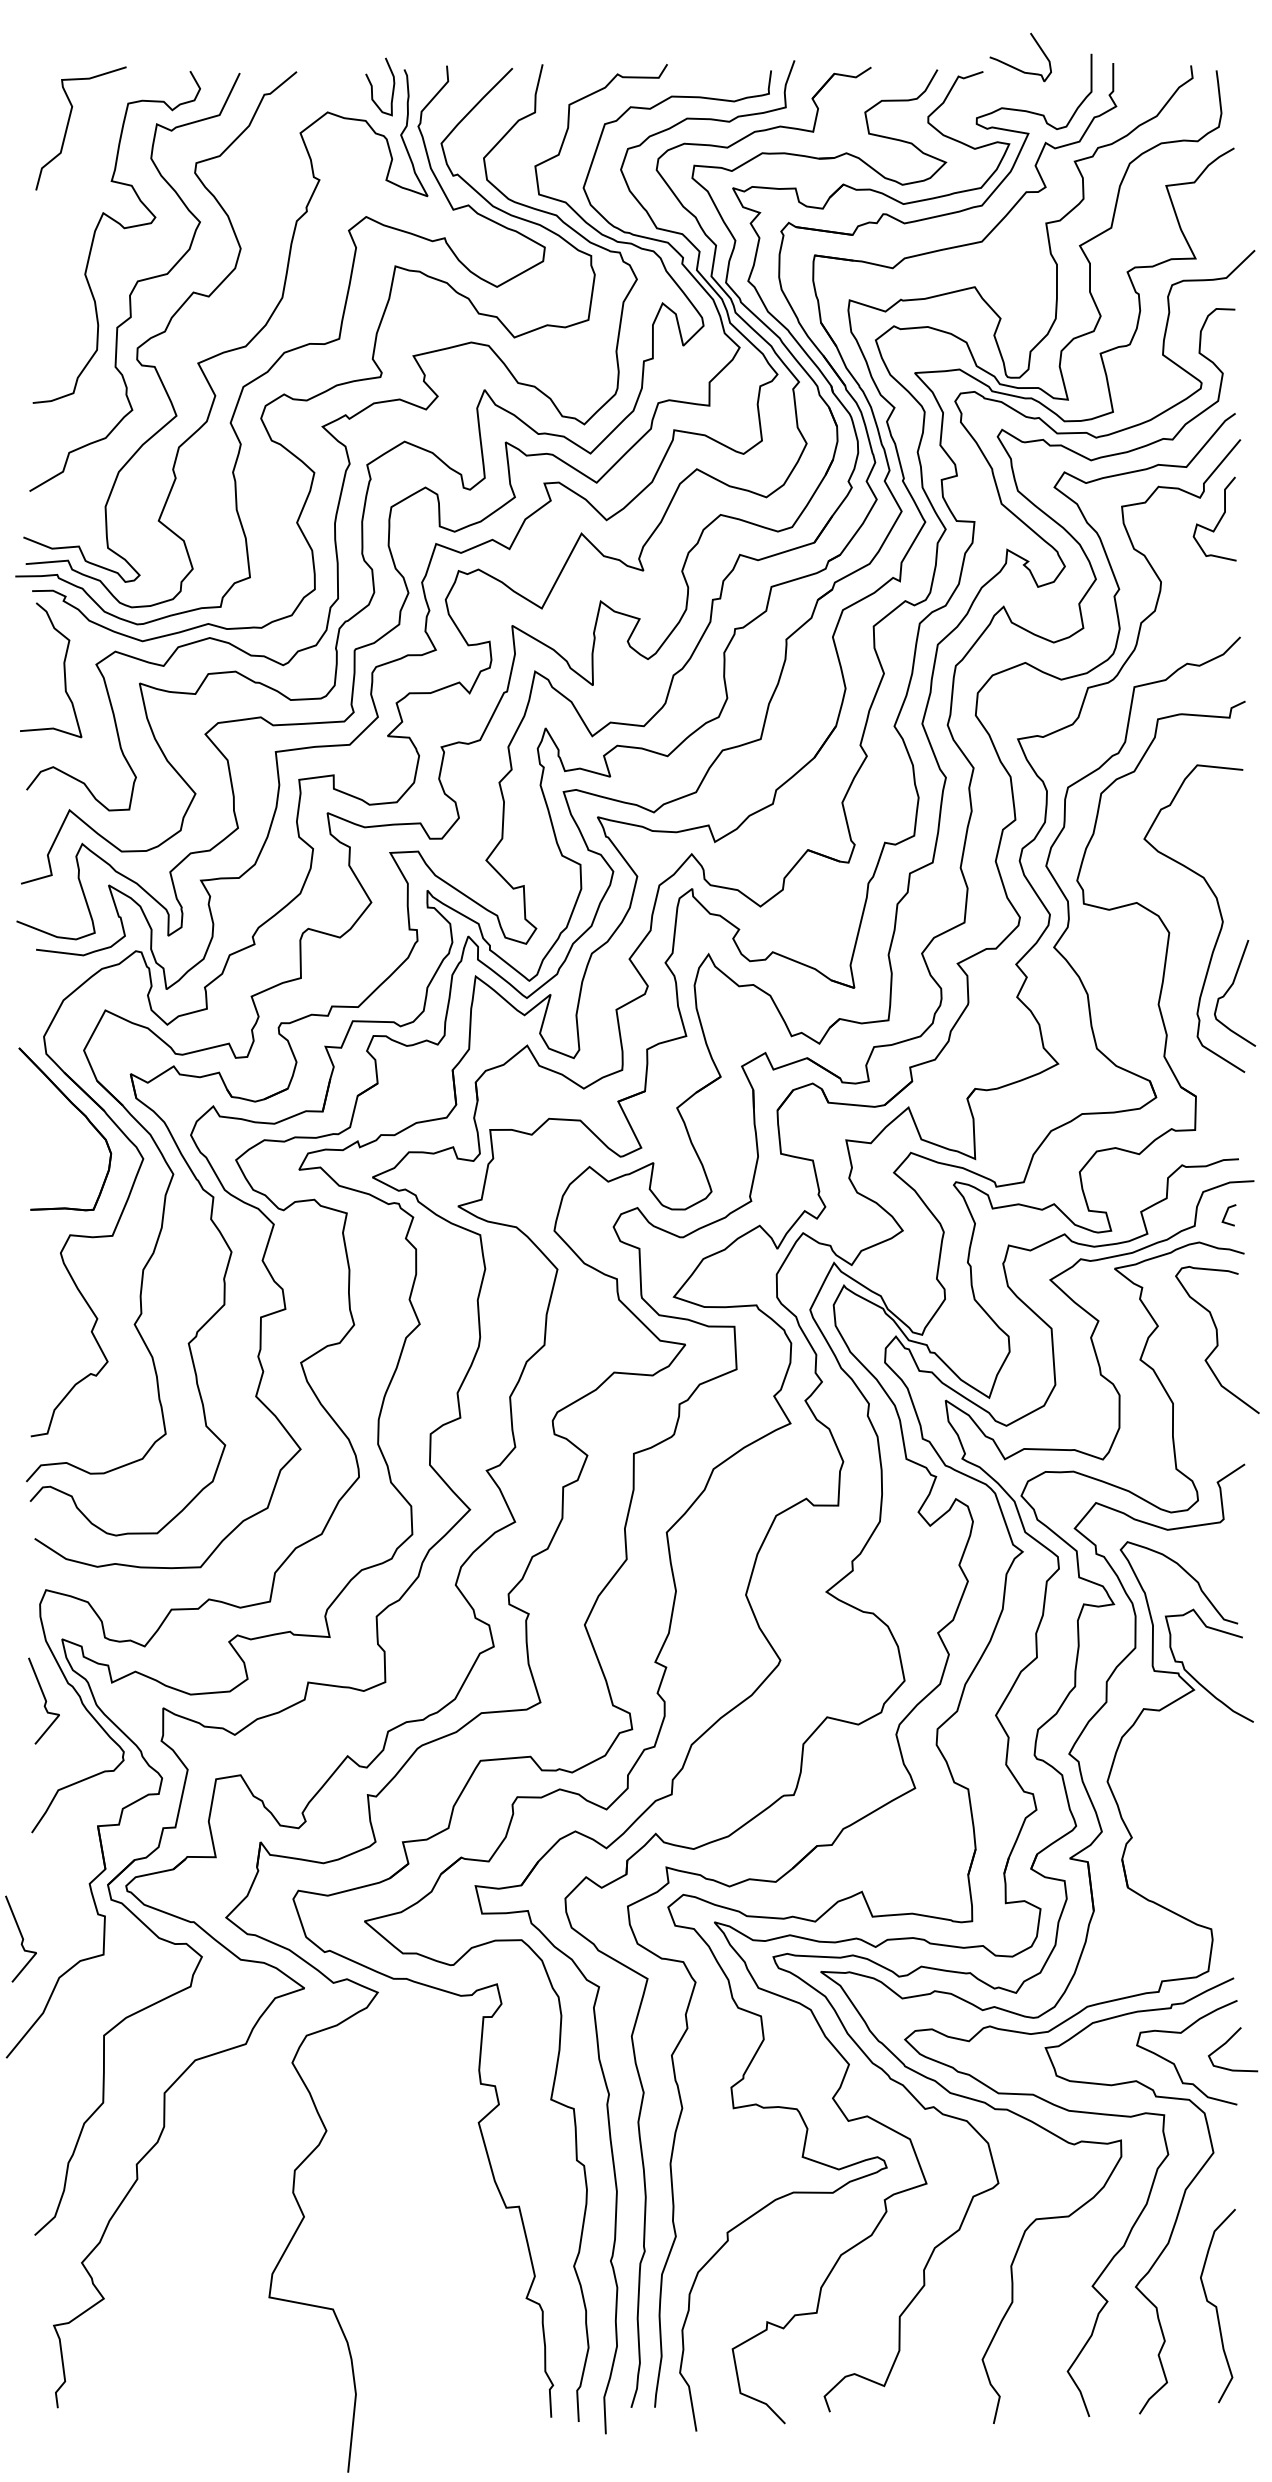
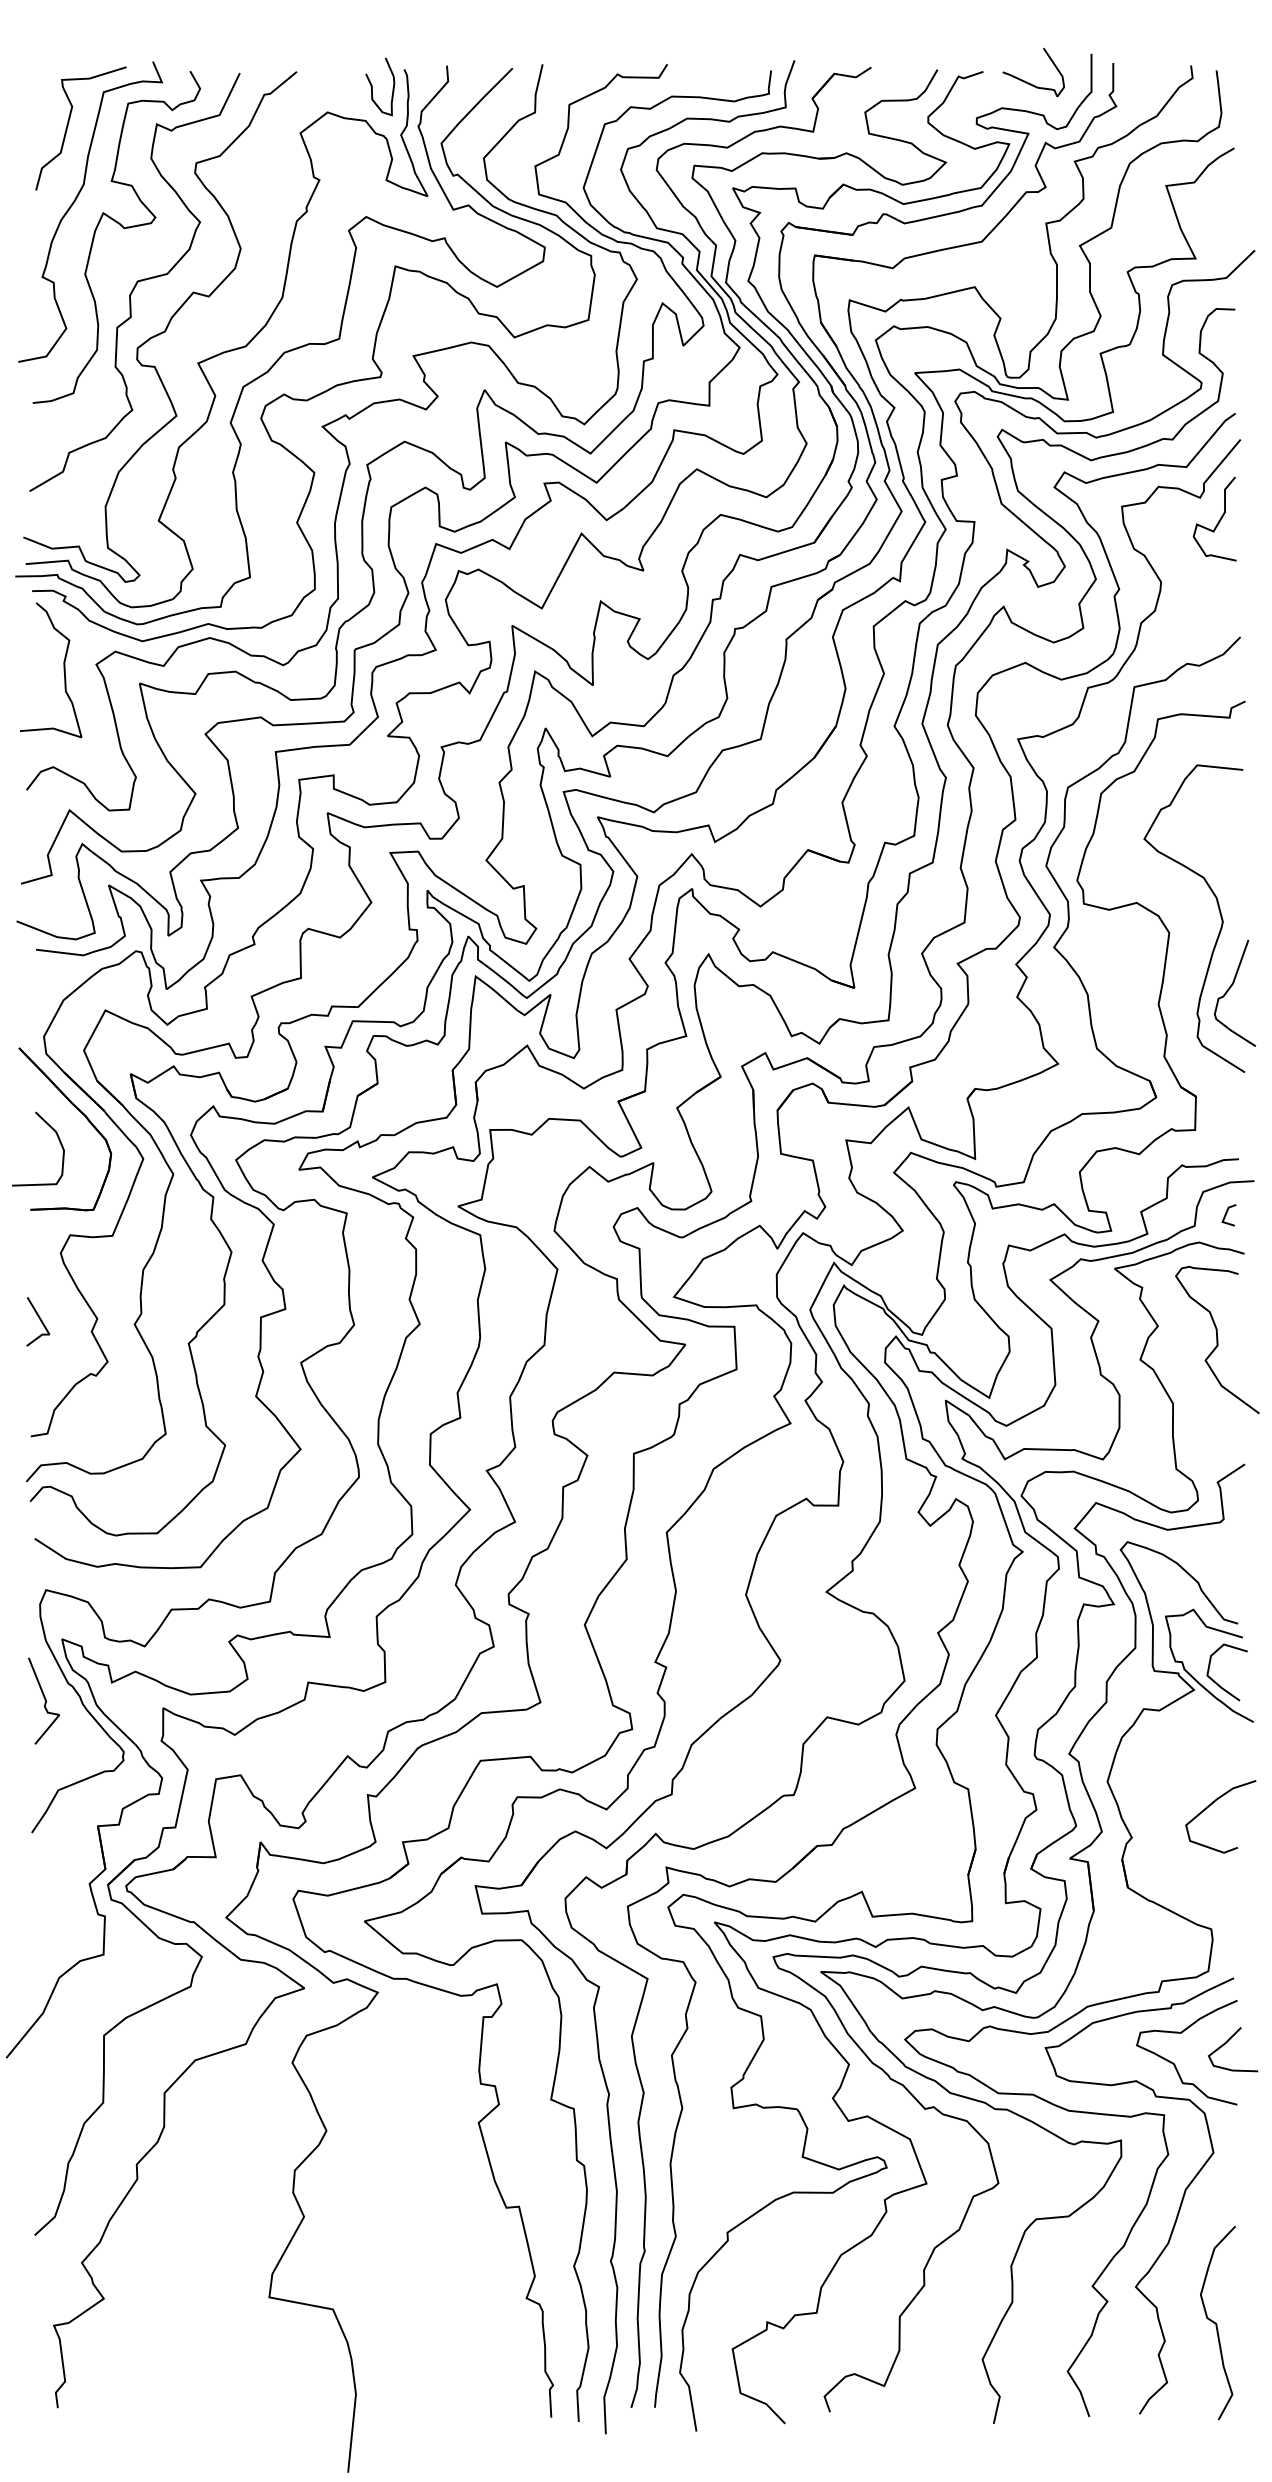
curve at (1016, 67) position: (1016, 67) -> (1029, 82)
curve at (74, 203): none -> present
curve at (58, 1140): none -> present
line at (40, 1321): none -> present
curve at (1218, 1683): none -> present
curve at (1211, 1805): none -> present
curve at (21, 1938): present -> none
curve at (1216, 2305) position: (1216, 2305) -> (1216, 2322)
